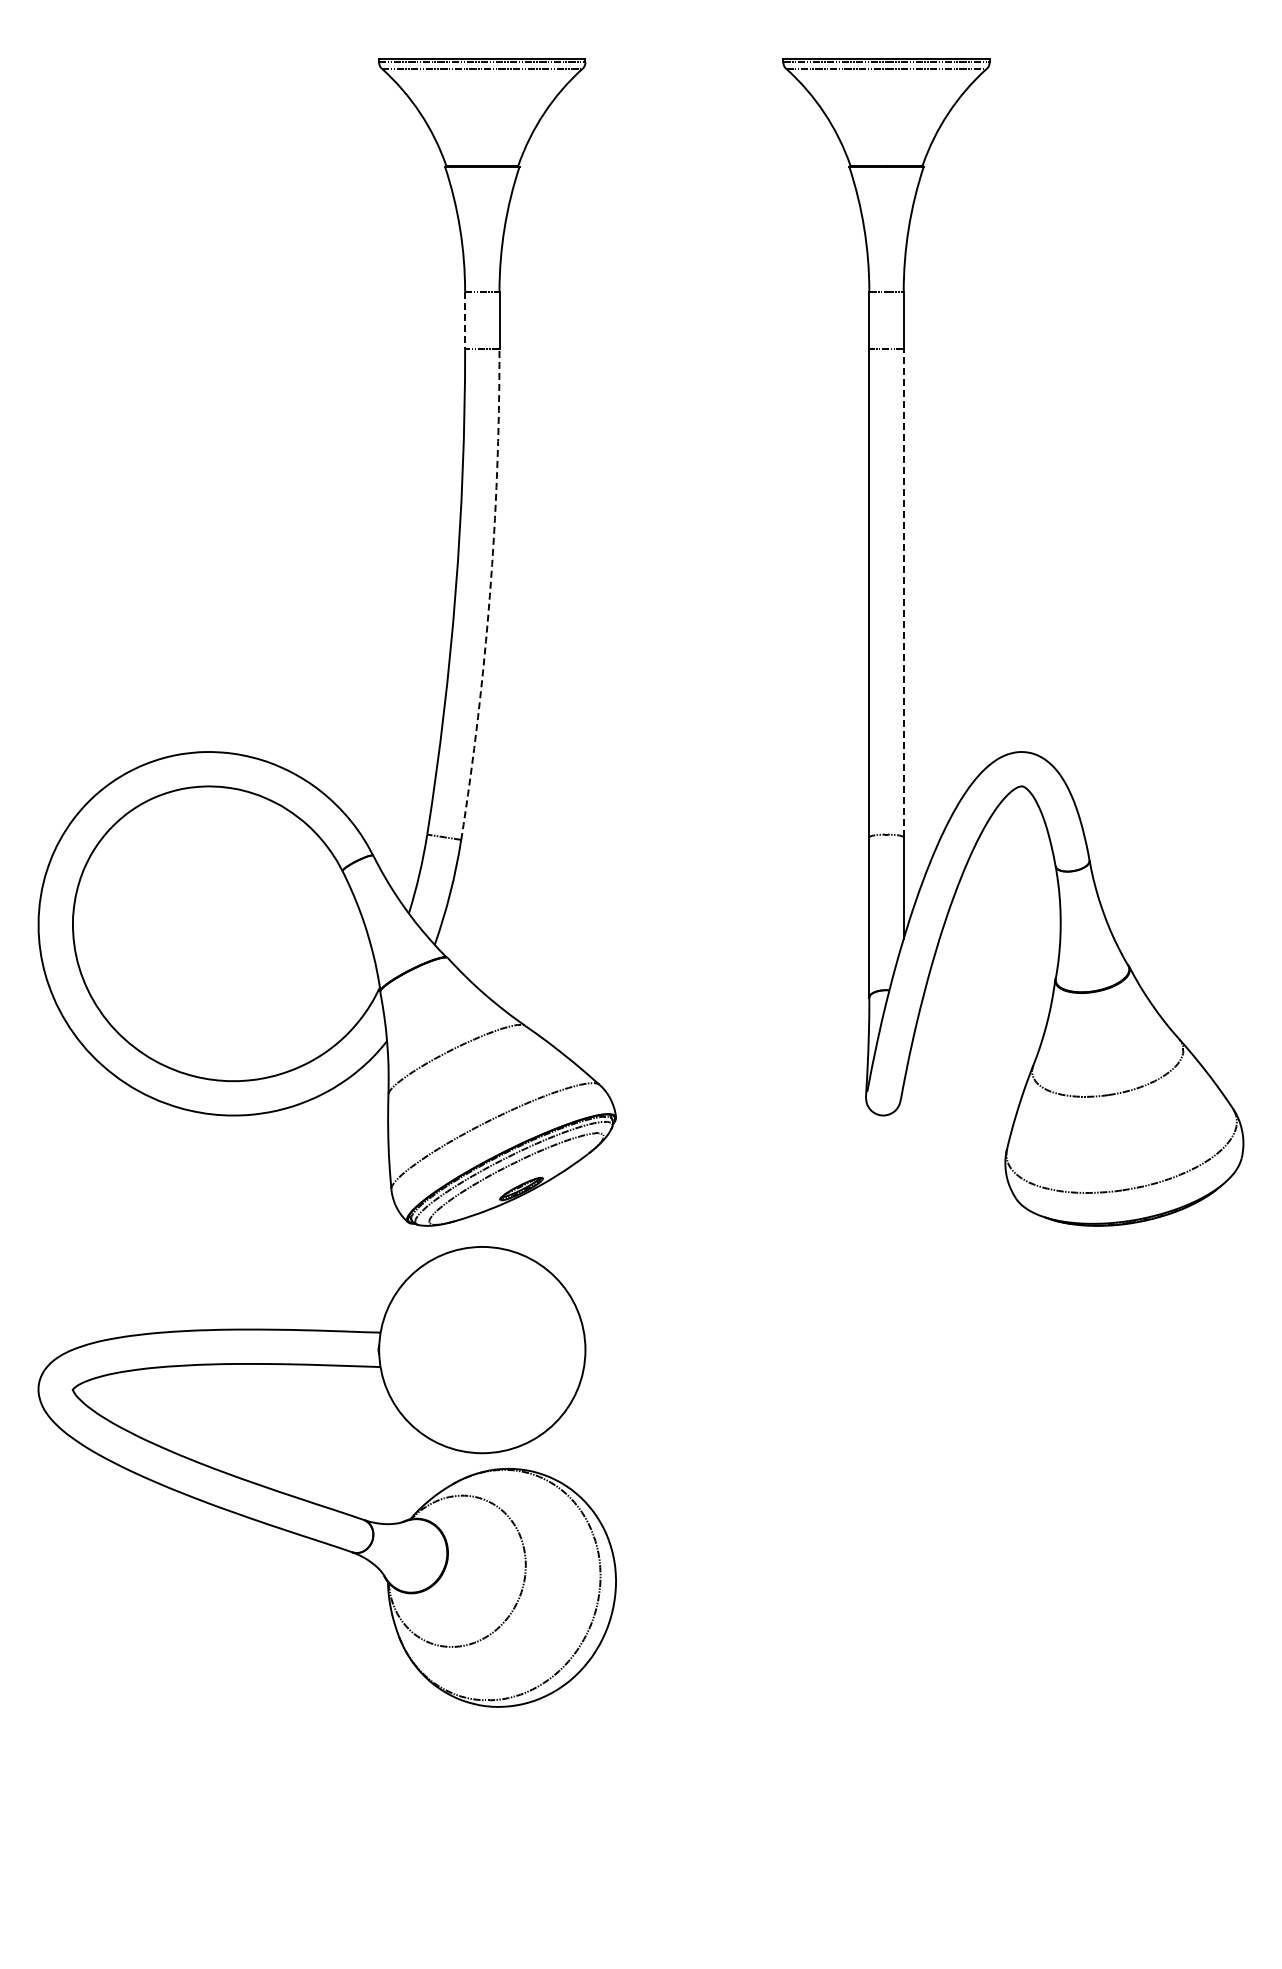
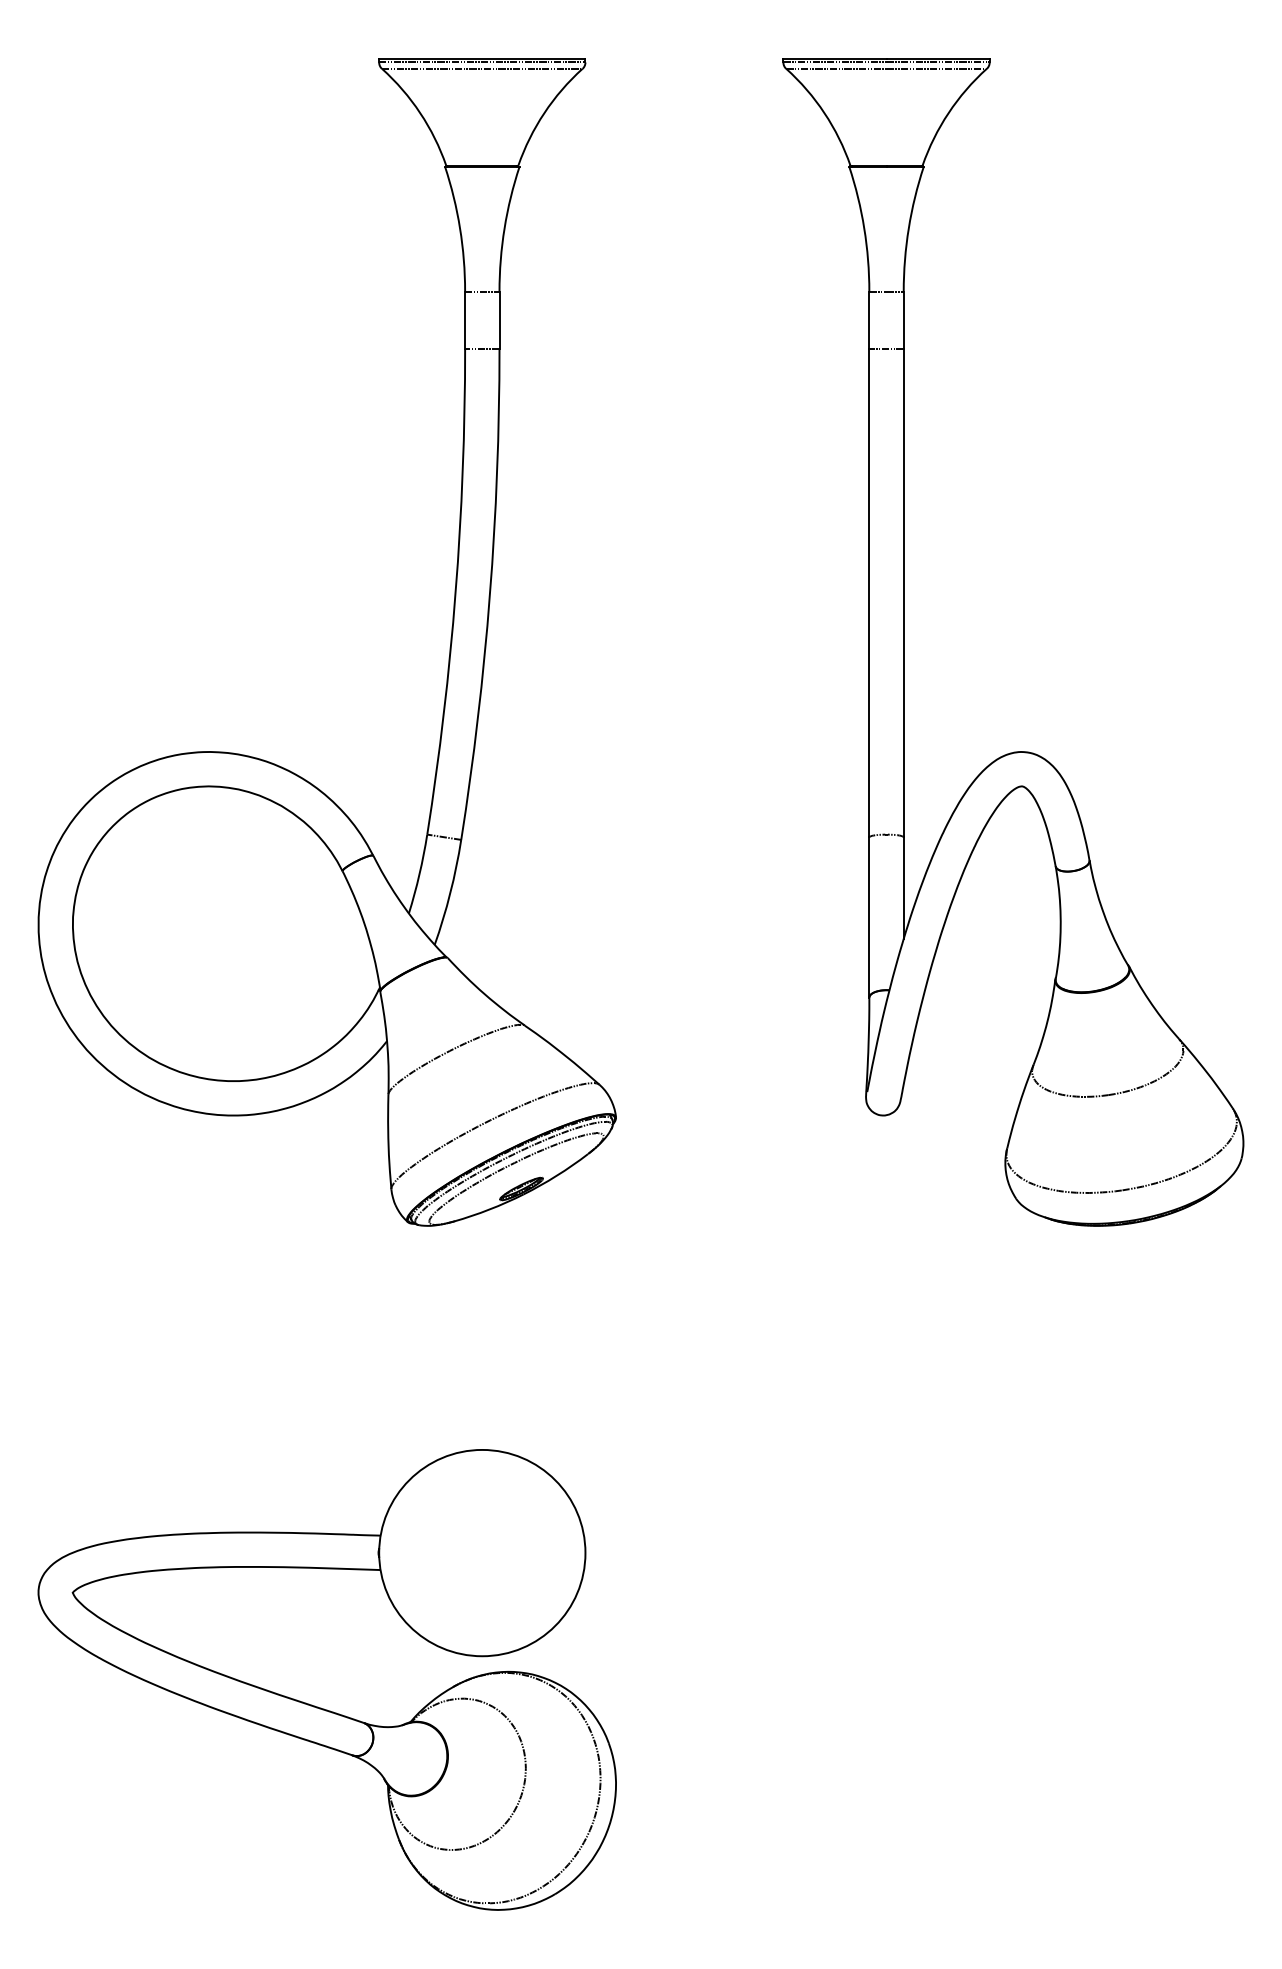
line at (465, 320): dashed -> solid
line at (903, 592): dashed -> solid
arc at (489, 595): dashed -> solid
part at (321, 1504) position: (321, 1504) -> (321, 1707)
